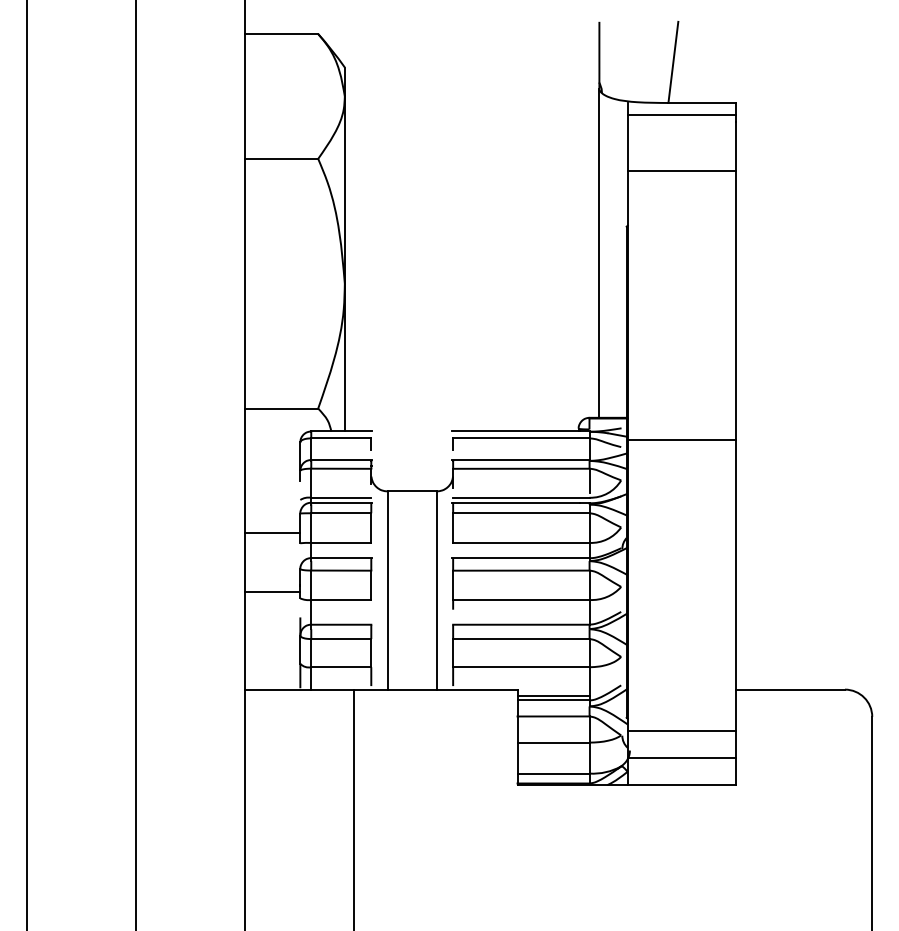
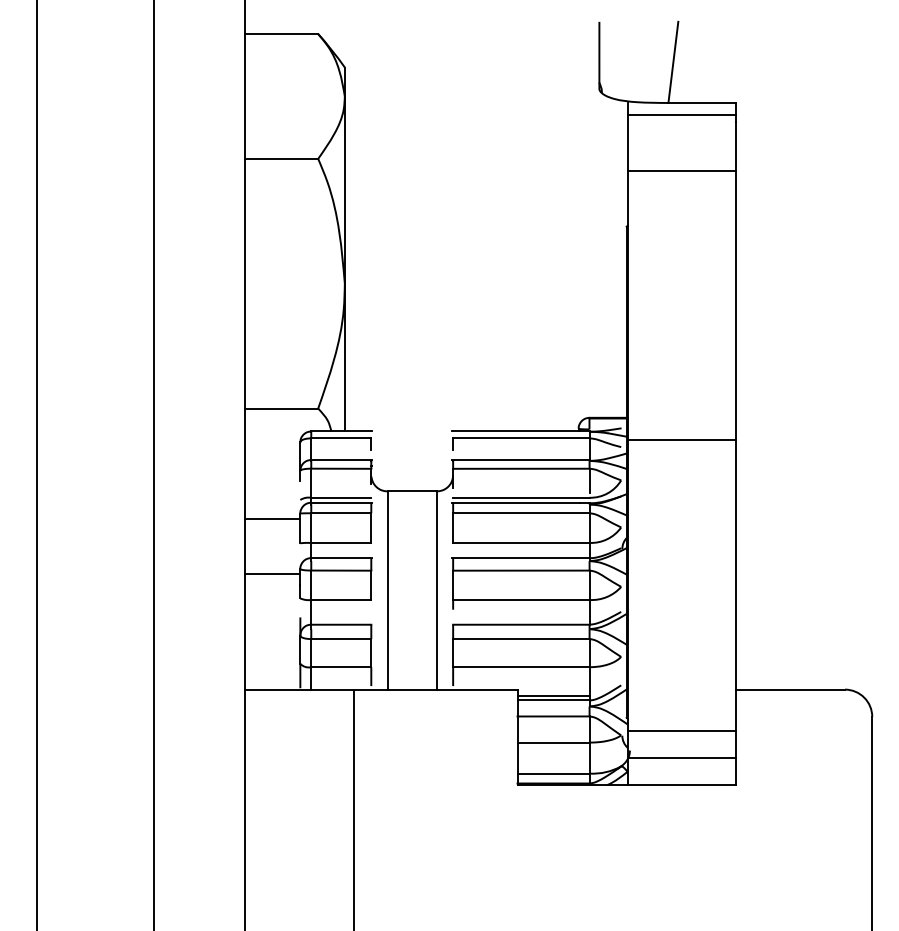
line at (599, 252): present -> none
line at (26, 464) position: (26, 464) -> (36, 464)
line at (135, 464) position: (135, 464) -> (153, 464)
line at (272, 533) position: (272, 533) -> (272, 519)
line at (272, 592) position: (272, 592) -> (272, 574)
